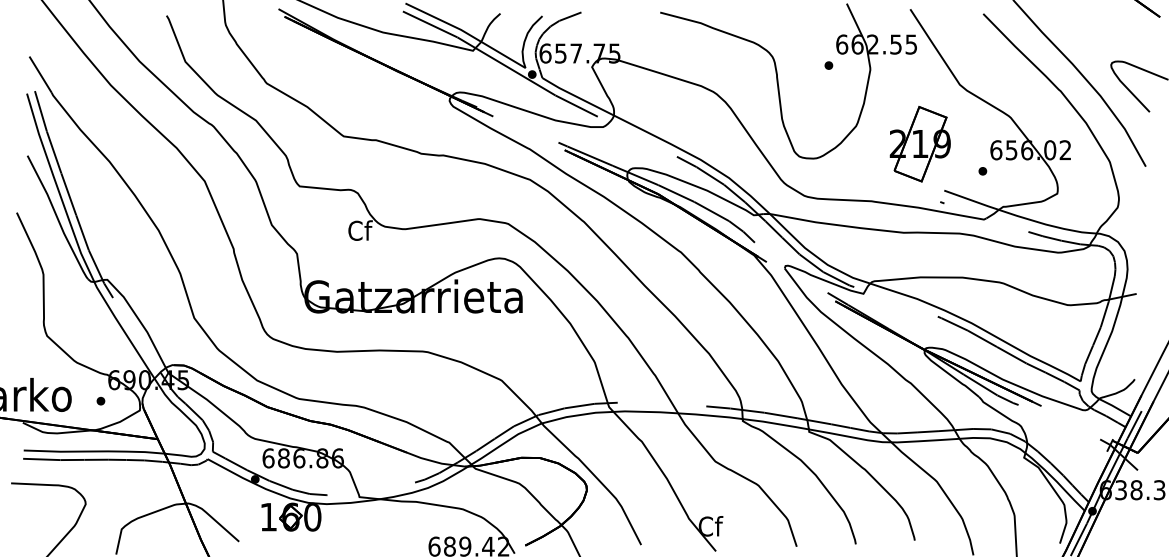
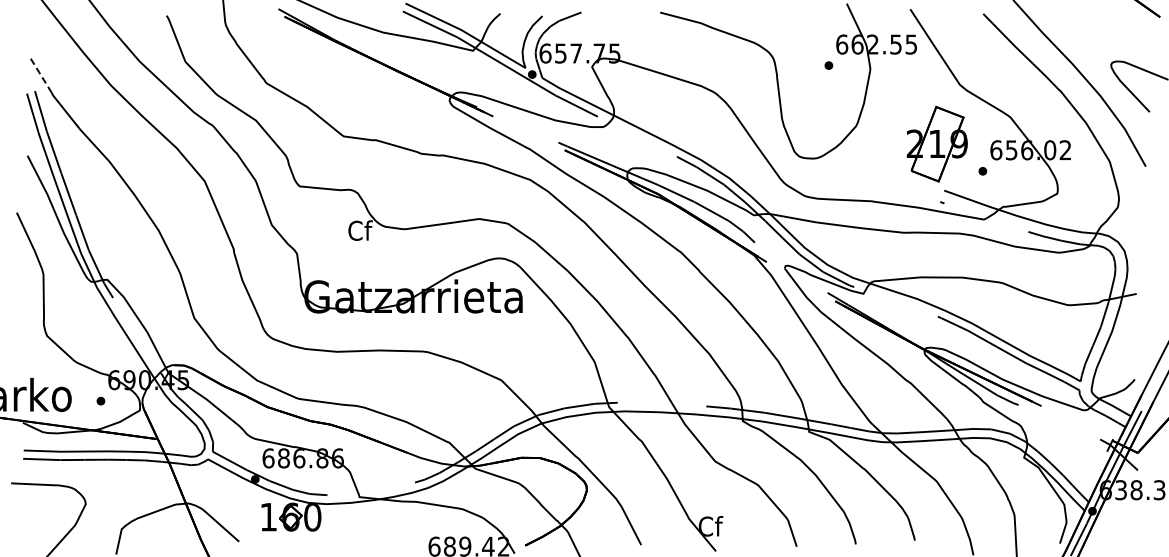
line at (40, 74): solid -> dashed
part at (919, 144) position: (919, 144) -> (936, 144)
